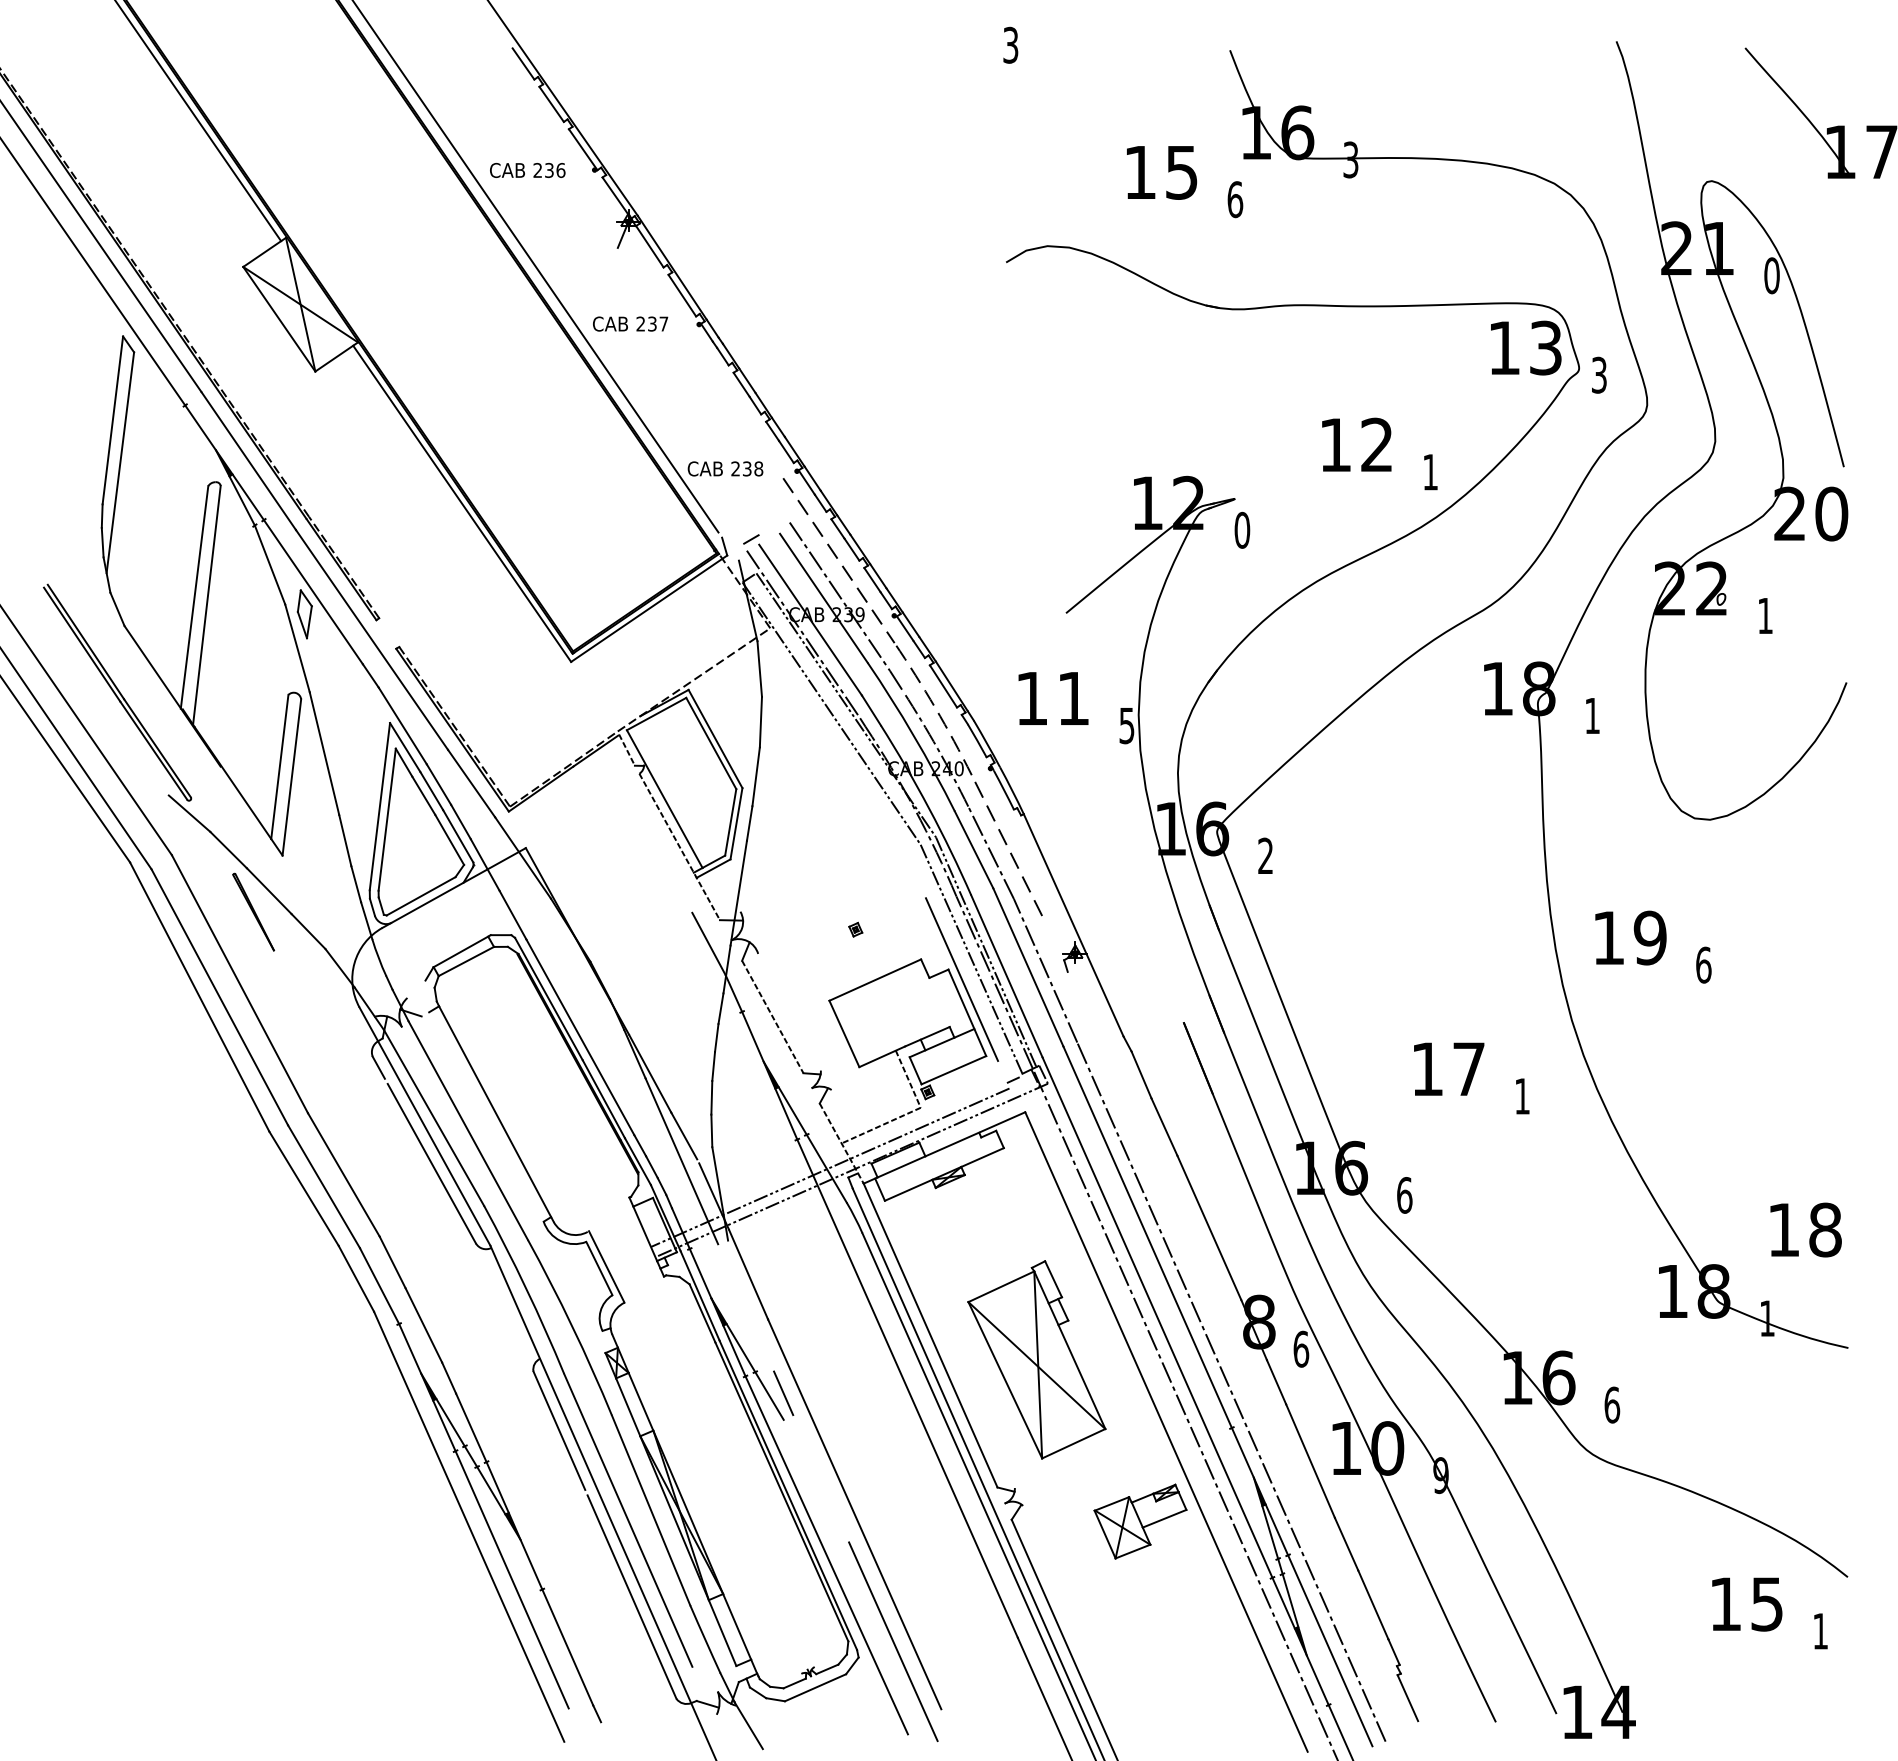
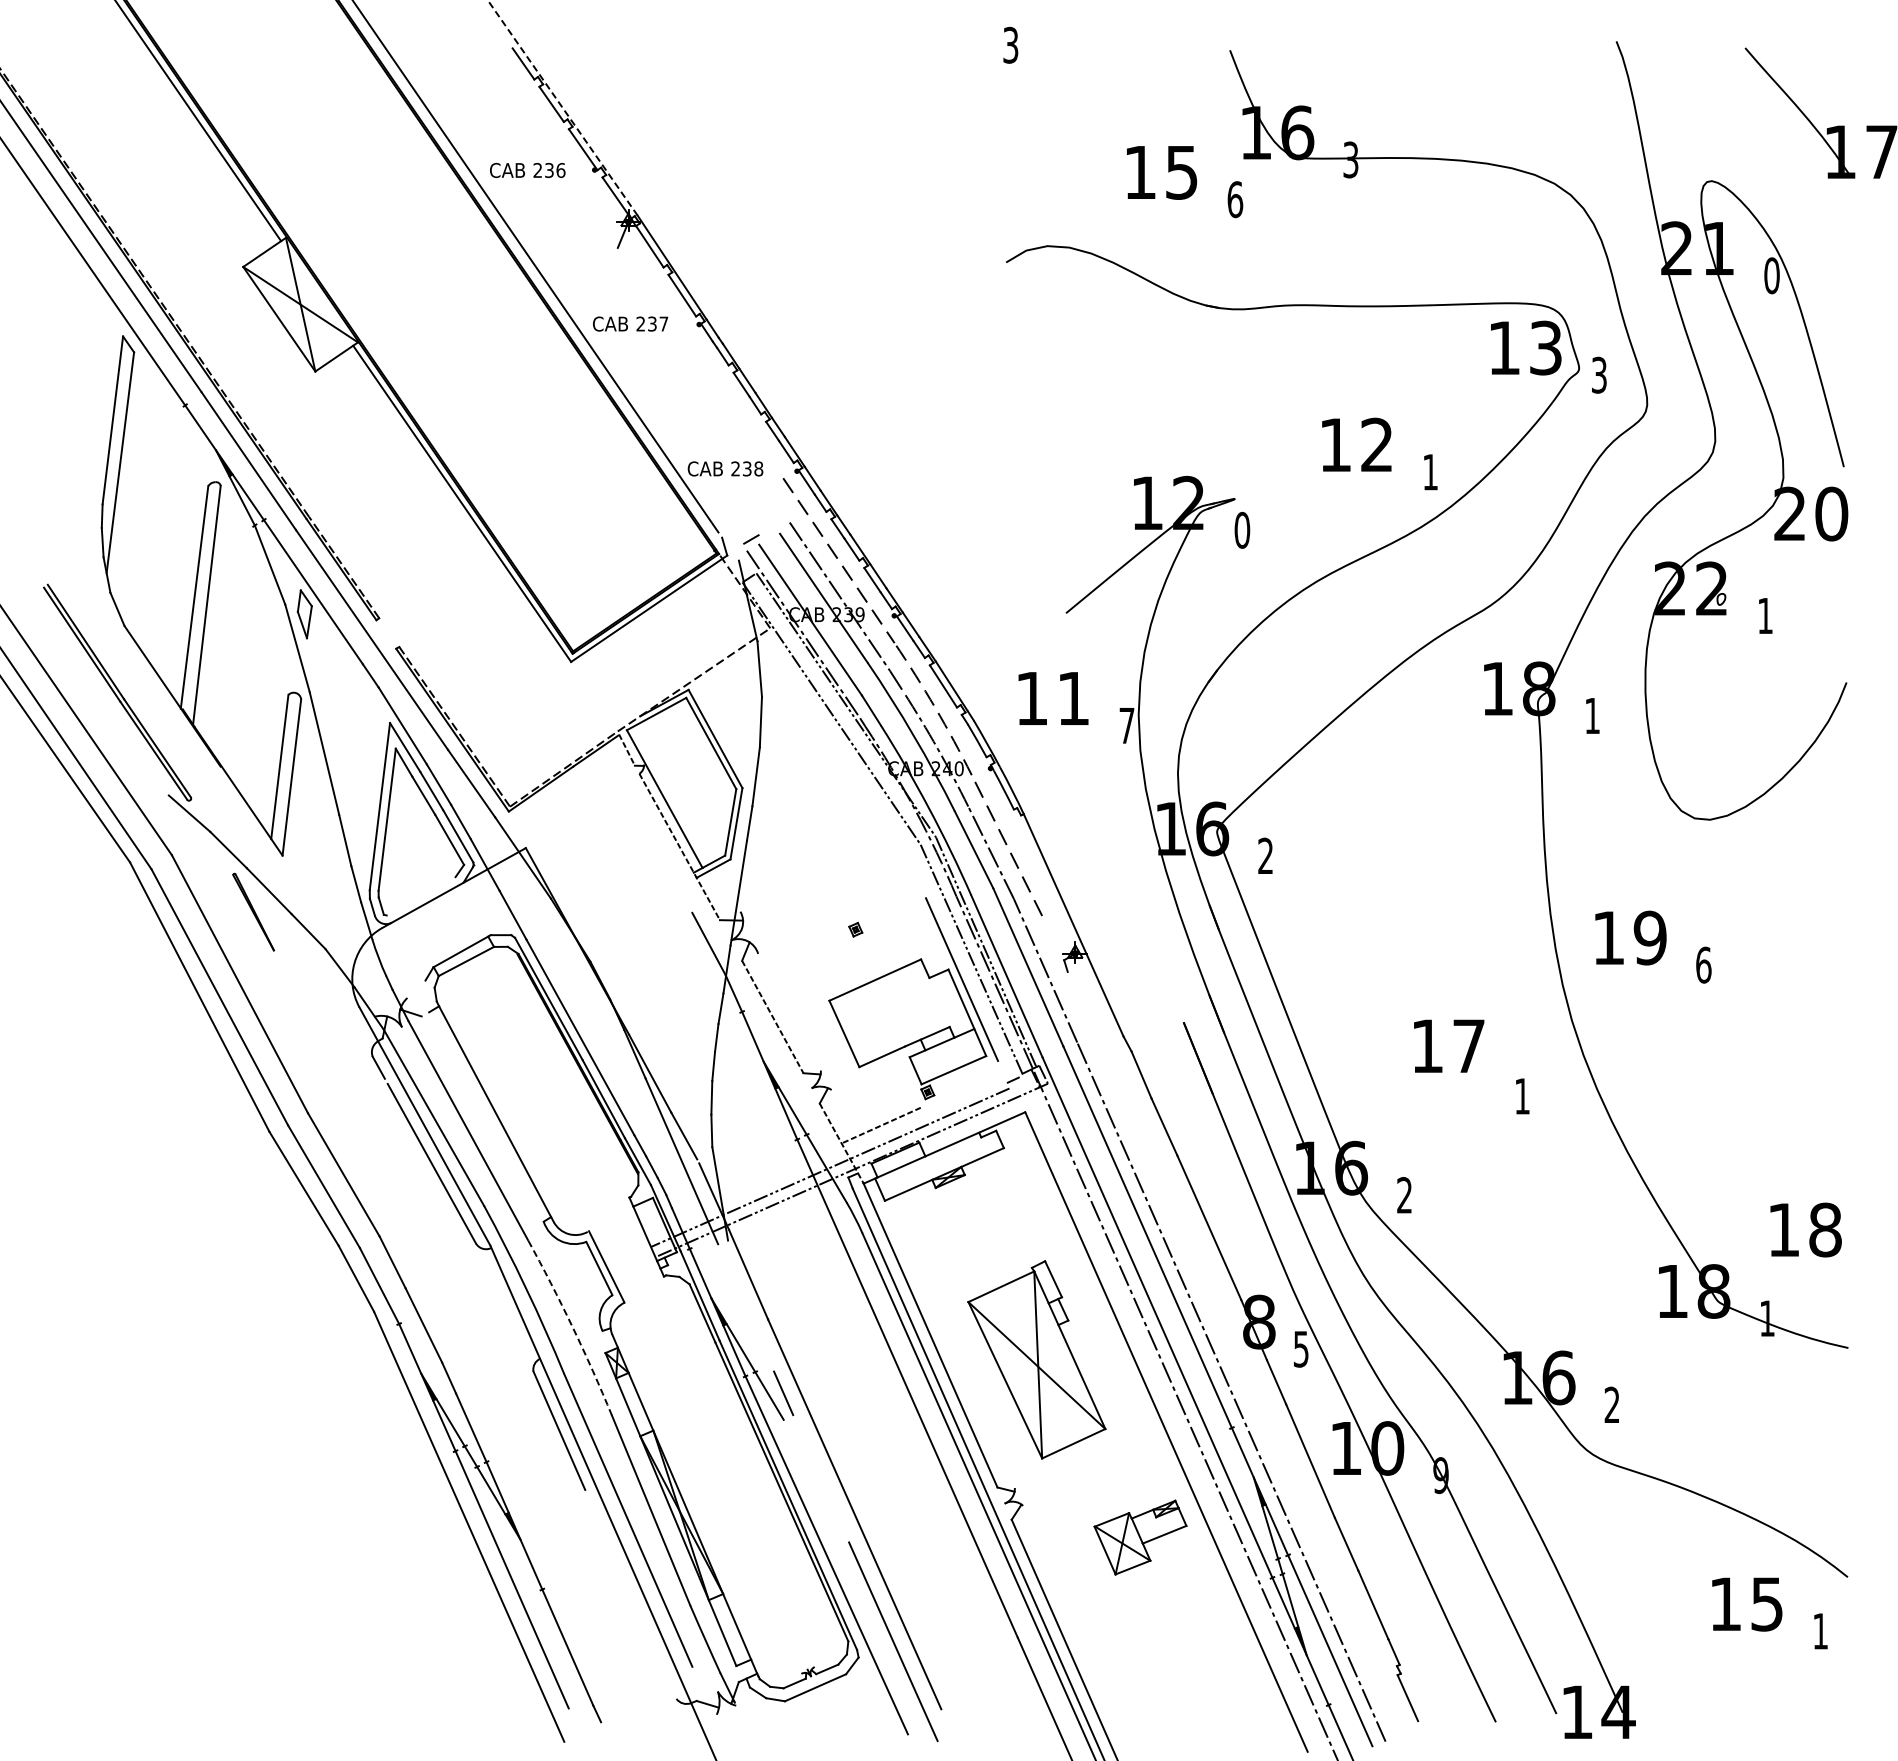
line at (562, 107): solid -> dashed
text at (1126, 726): 5 -> 7
line at (420, 896): present -> none
text at (1449, 1068) position: (1449, 1068) -> (1449, 1045)
line at (907, 1078): present -> none
text at (1404, 1195): 6 -> 2
arc at (572, 1326): solid -> dashed
text at (1301, 1348): 6 -> 5
text at (1612, 1404): 6 -> 2
part at (1140, 1521) position: (1140, 1521) -> (1140, 1537)
line at (631, 1596): present -> none
line at (748, 1725): present -> none
